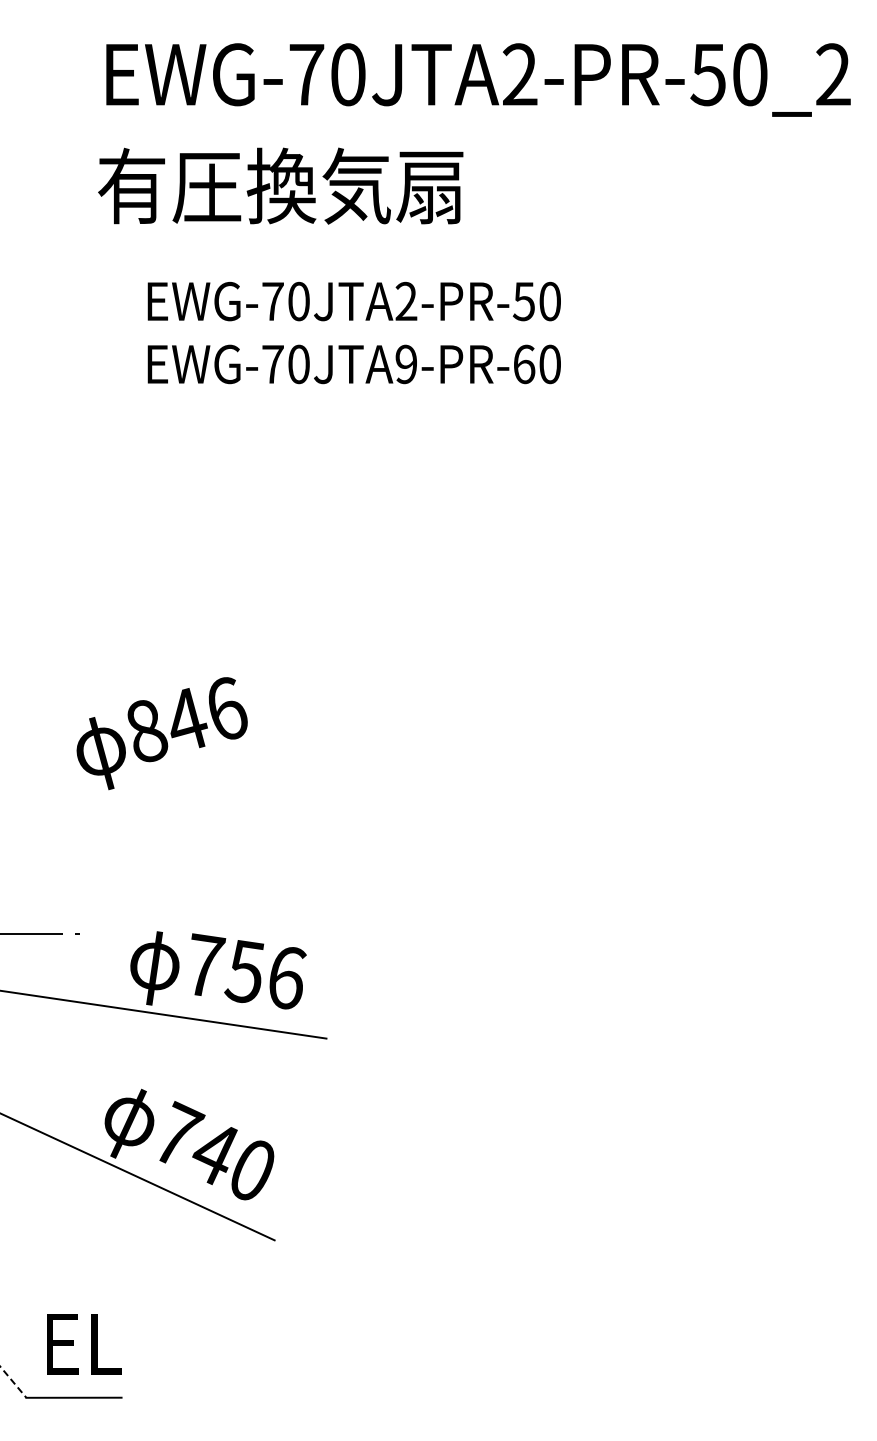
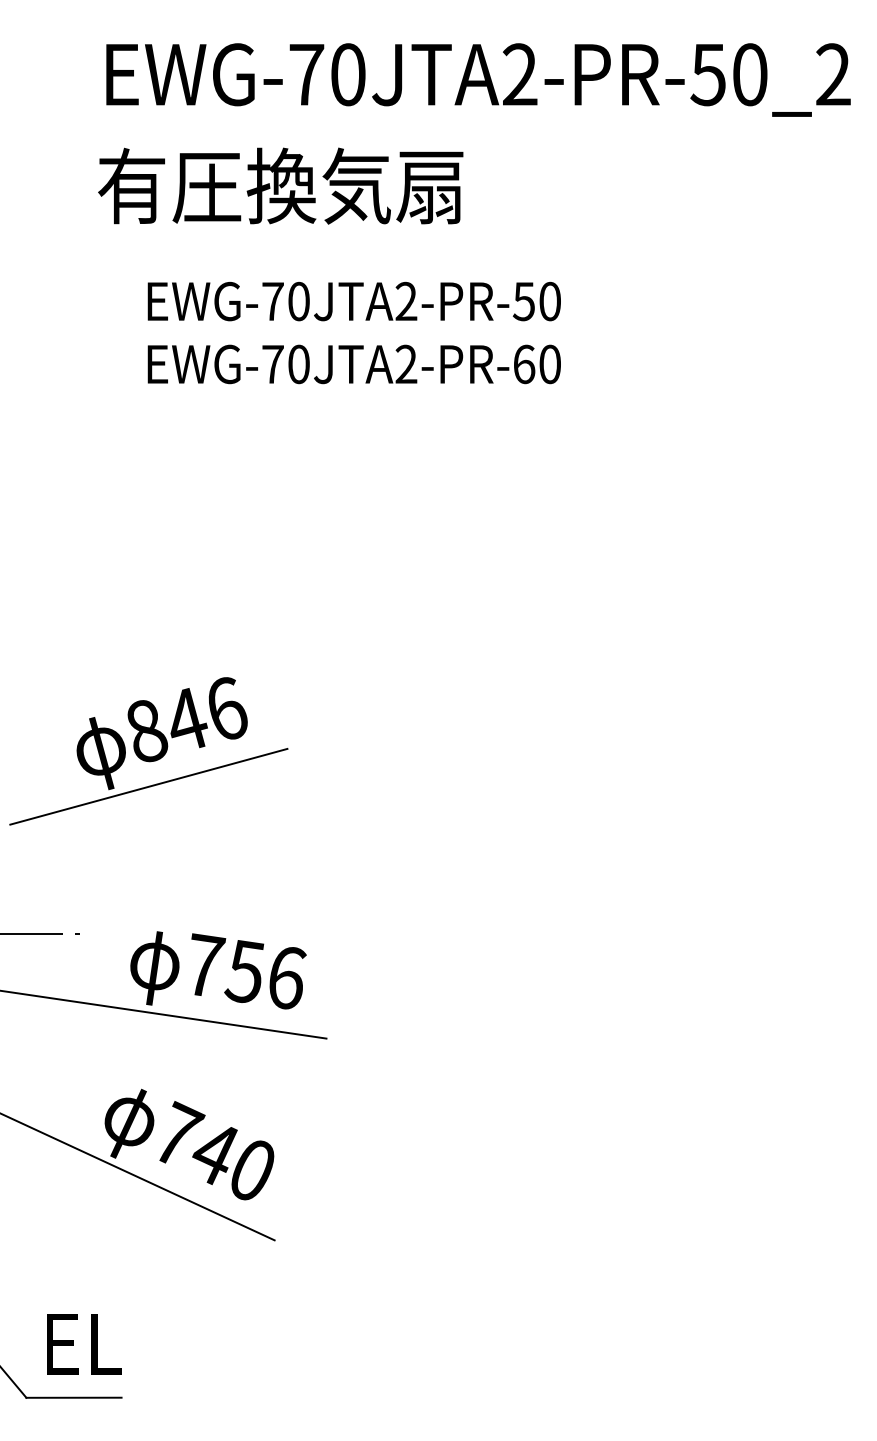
text at (406, 364): EWG-70JTA9-PR-60 -> EWG-70JTA2-PR-60
line at (148, 786): none -> present
line at (13, 1382): dashed -> solid
